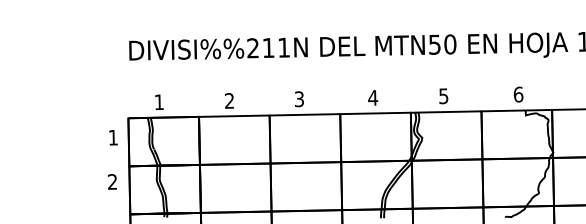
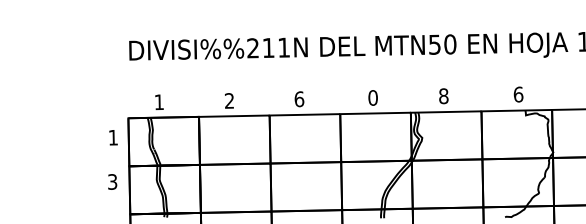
text at (443, 96): 5 -> 8
text at (373, 97): 4 -> 0
text at (299, 99): 3 -> 6
text at (112, 181): 2 -> 3
